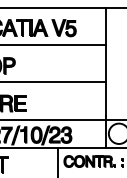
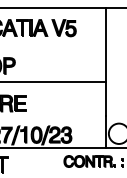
line at (53, 45): present -> none
line at (62, 119): present -> none
line at (58, 160): present -> none
